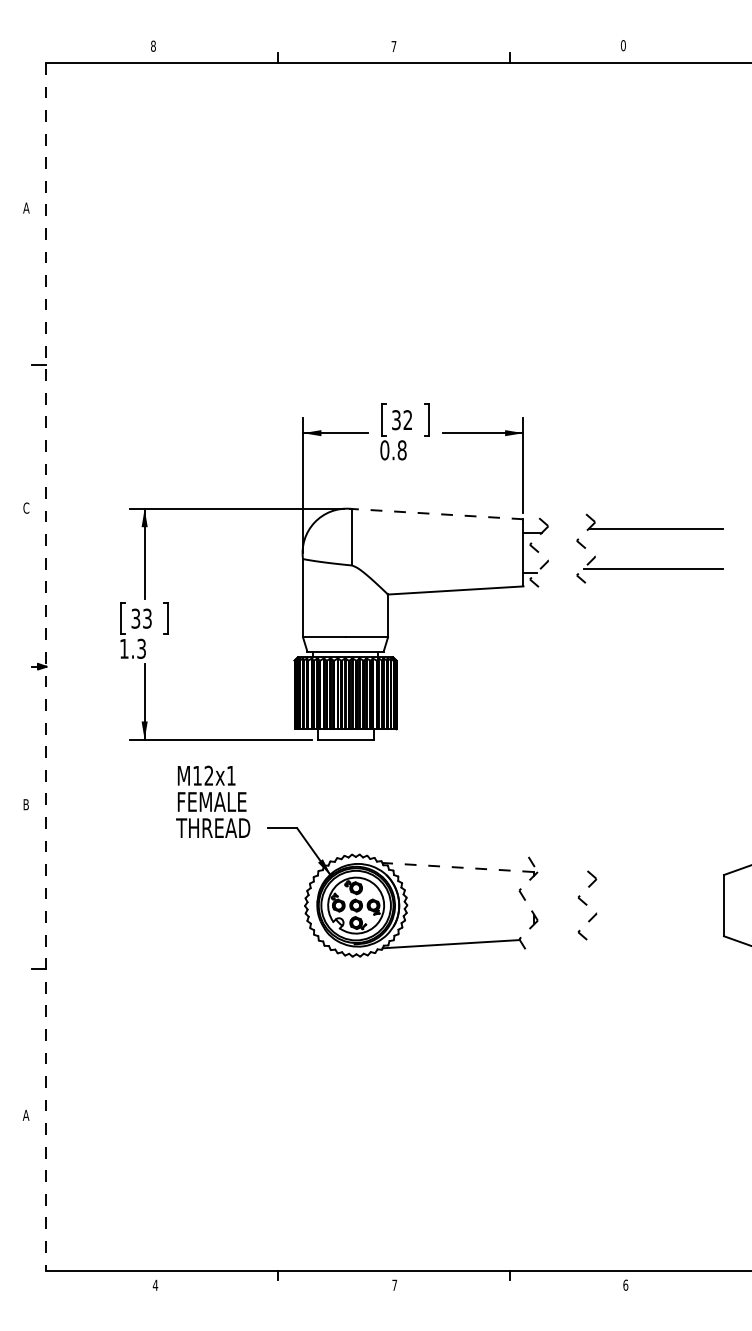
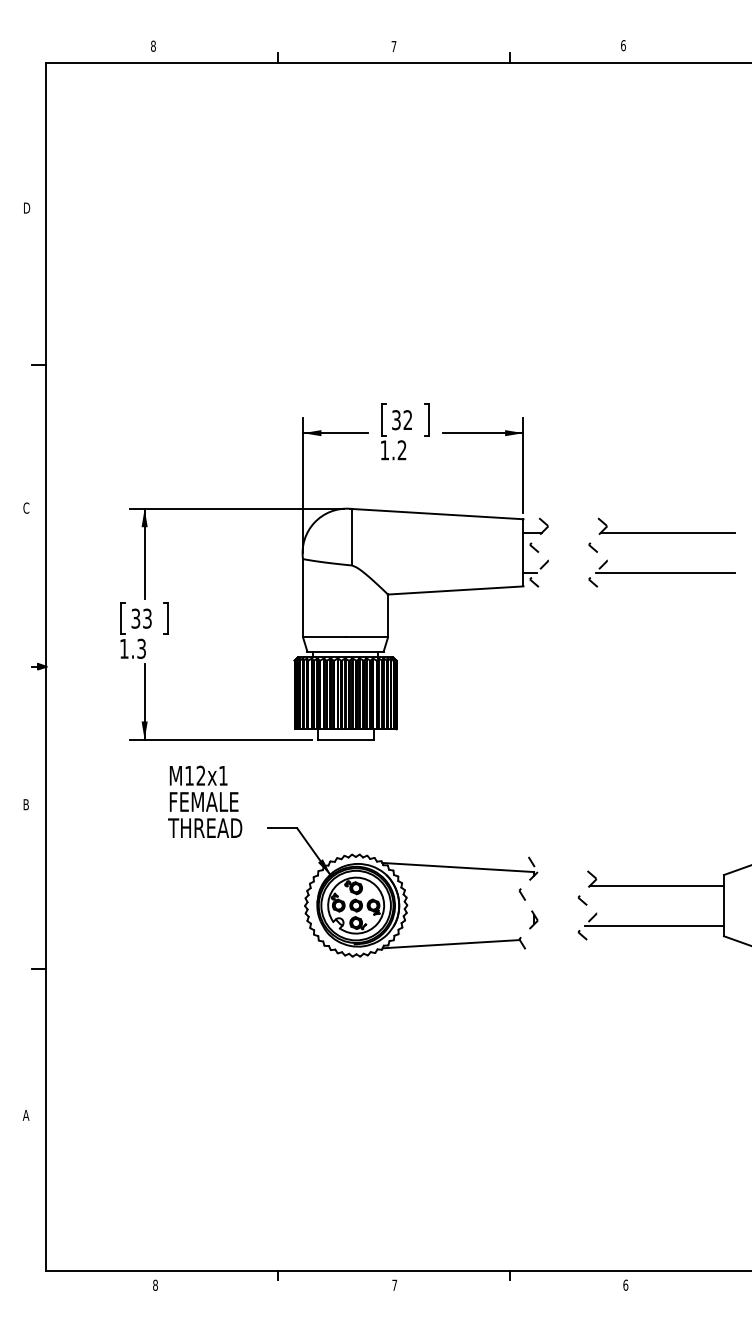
text at (623, 45): 0 -> 6
text at (26, 207): A -> D
text at (393, 450): 0.8 -> 1.2
line at (437, 514): dashed -> solid
part at (649, 529) position: (649, 529) -> (661, 533)
line at (46, 666): dashed -> solid
text at (213, 801) position: (213, 801) -> (205, 801)
line at (457, 867): dashed -> solid
line at (656, 885): none -> present
line at (653, 925): none -> present
text at (155, 1284): 4 -> 8
